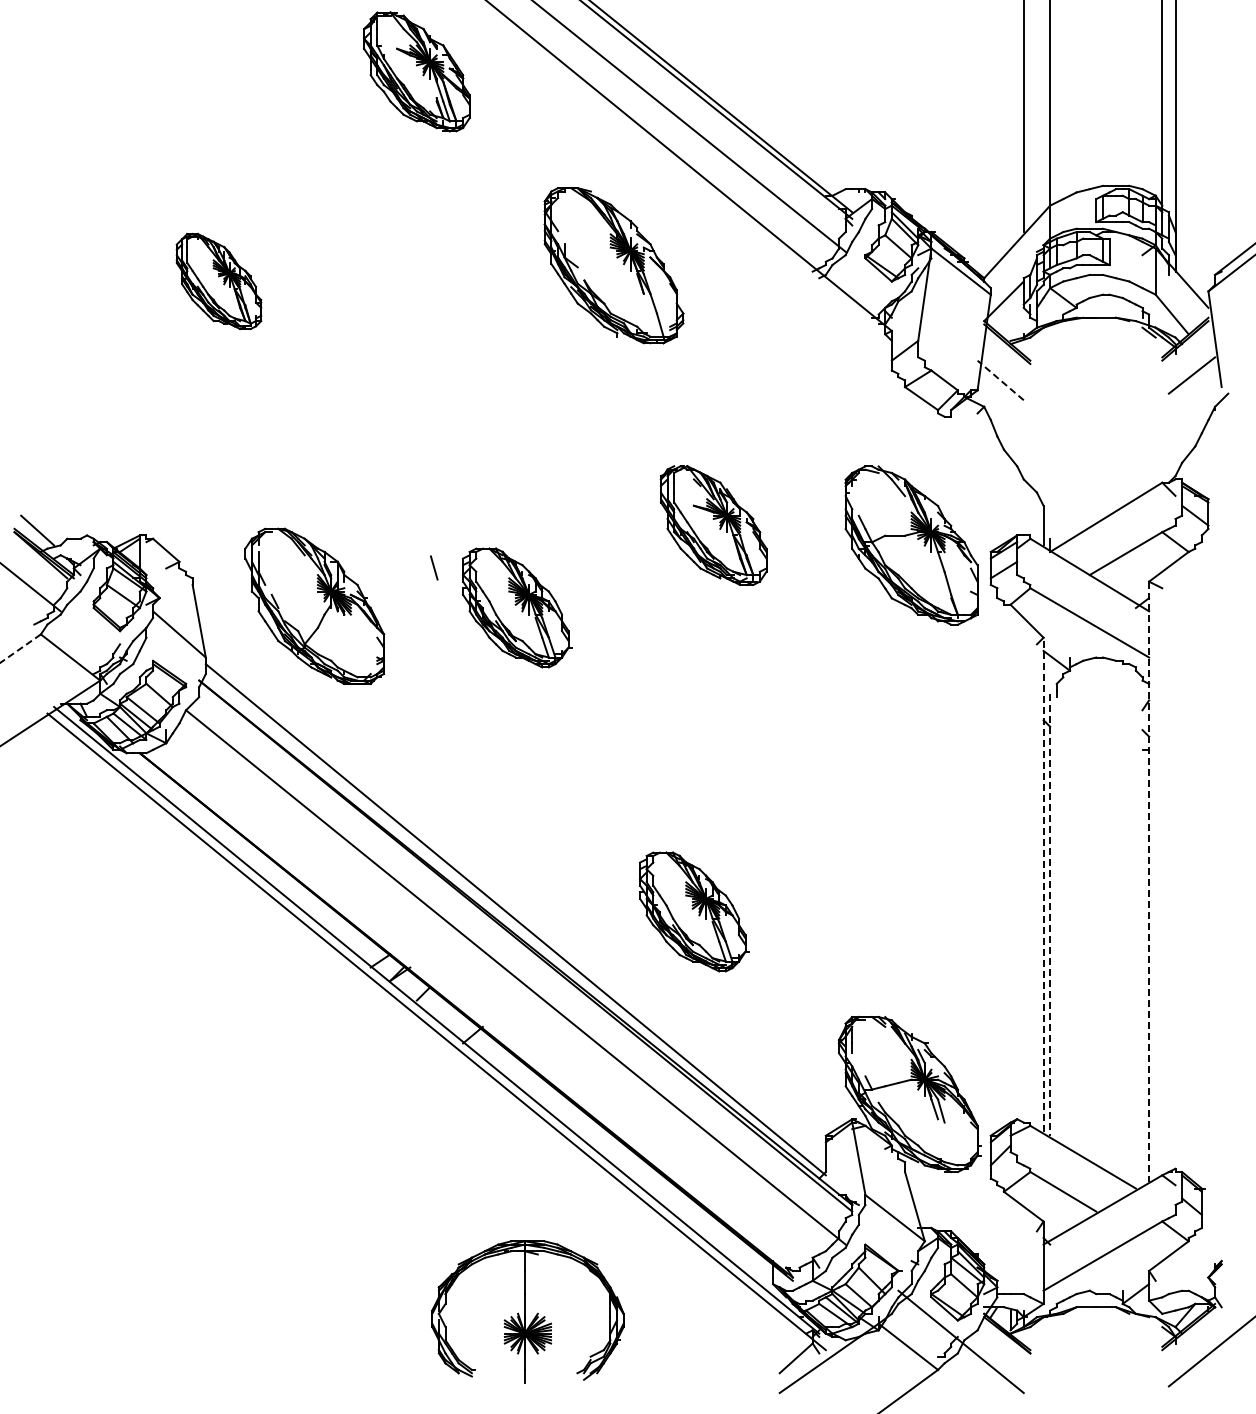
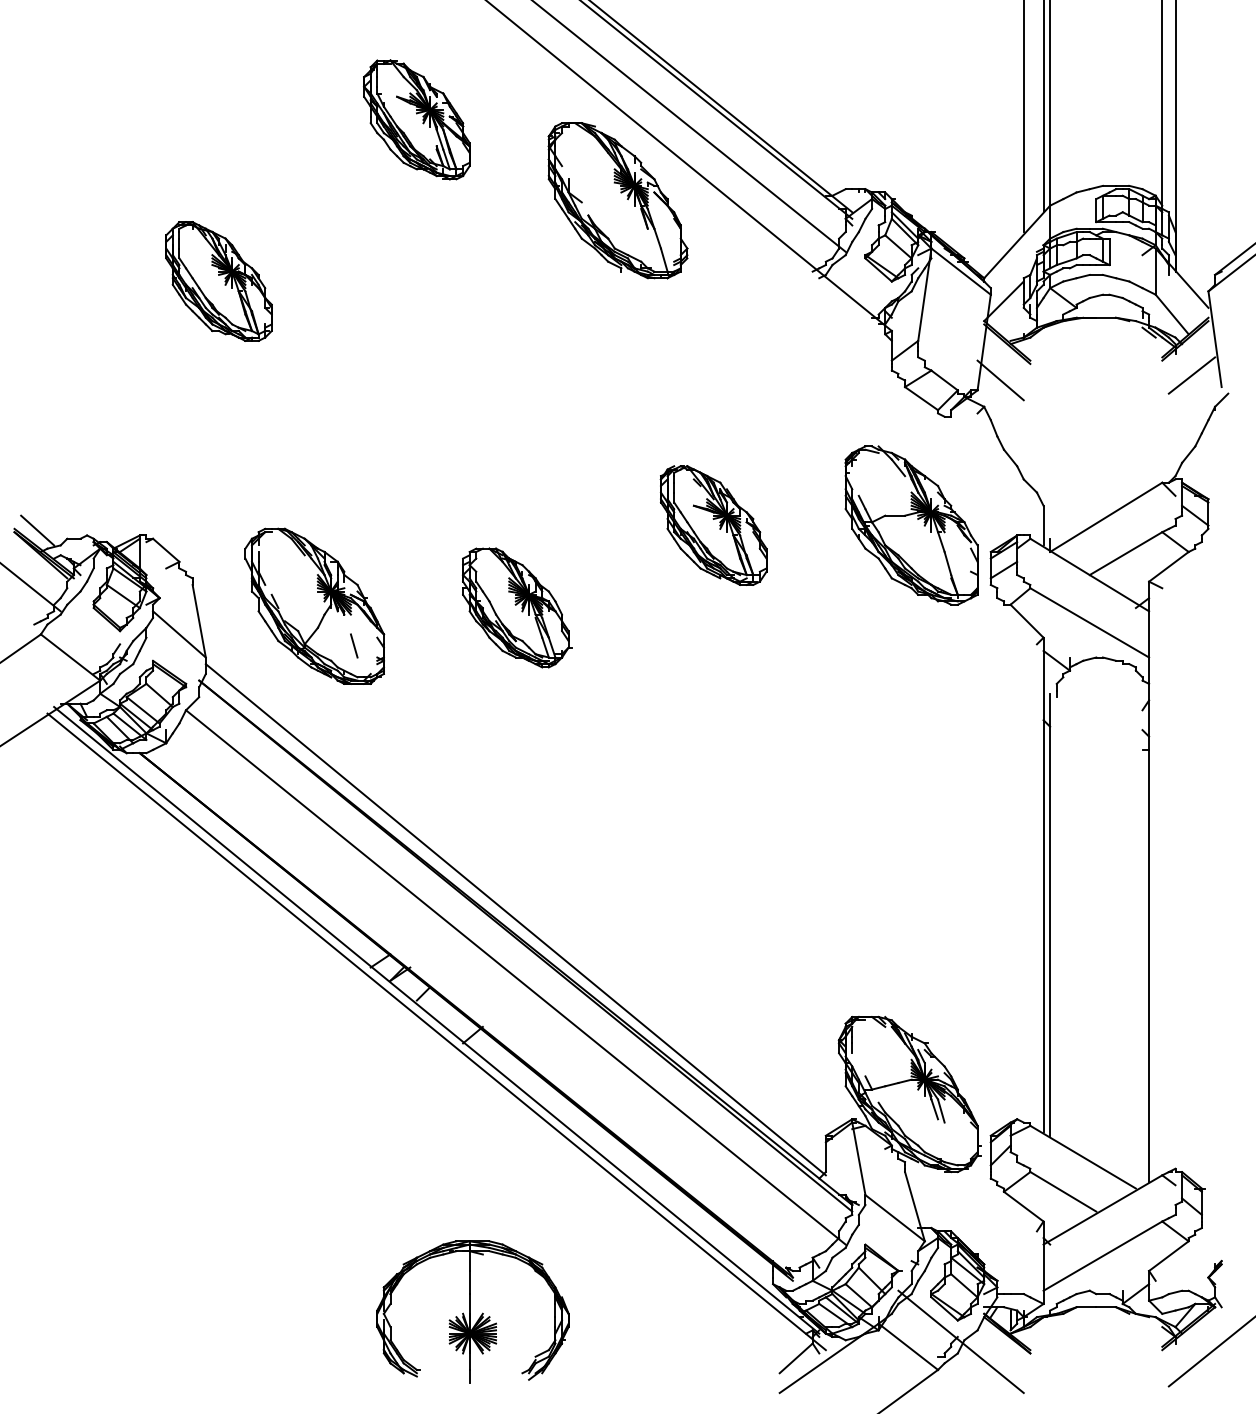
part at (416, 71) position: (416, 71) -> (416, 119)
line at (1043, 107): none -> present
part at (613, 265) position: (613, 265) -> (617, 200)
part at (218, 281) size: 88x99 px -> 108x121 px
line at (1000, 380): dashed -> solid
part at (911, 545) position: (911, 545) -> (911, 525)
line at (434, 567) position: (434, 567) -> (354, 645)
line at (20, 648): dashed -> solid
line at (1149, 882): dashed -> solid
line at (1043, 884): dashed -> solid
part at (694, 911): present -> none
line at (1050, 914): dashed -> solid
part at (527, 1311) position: (527, 1311) -> (472, 1311)
